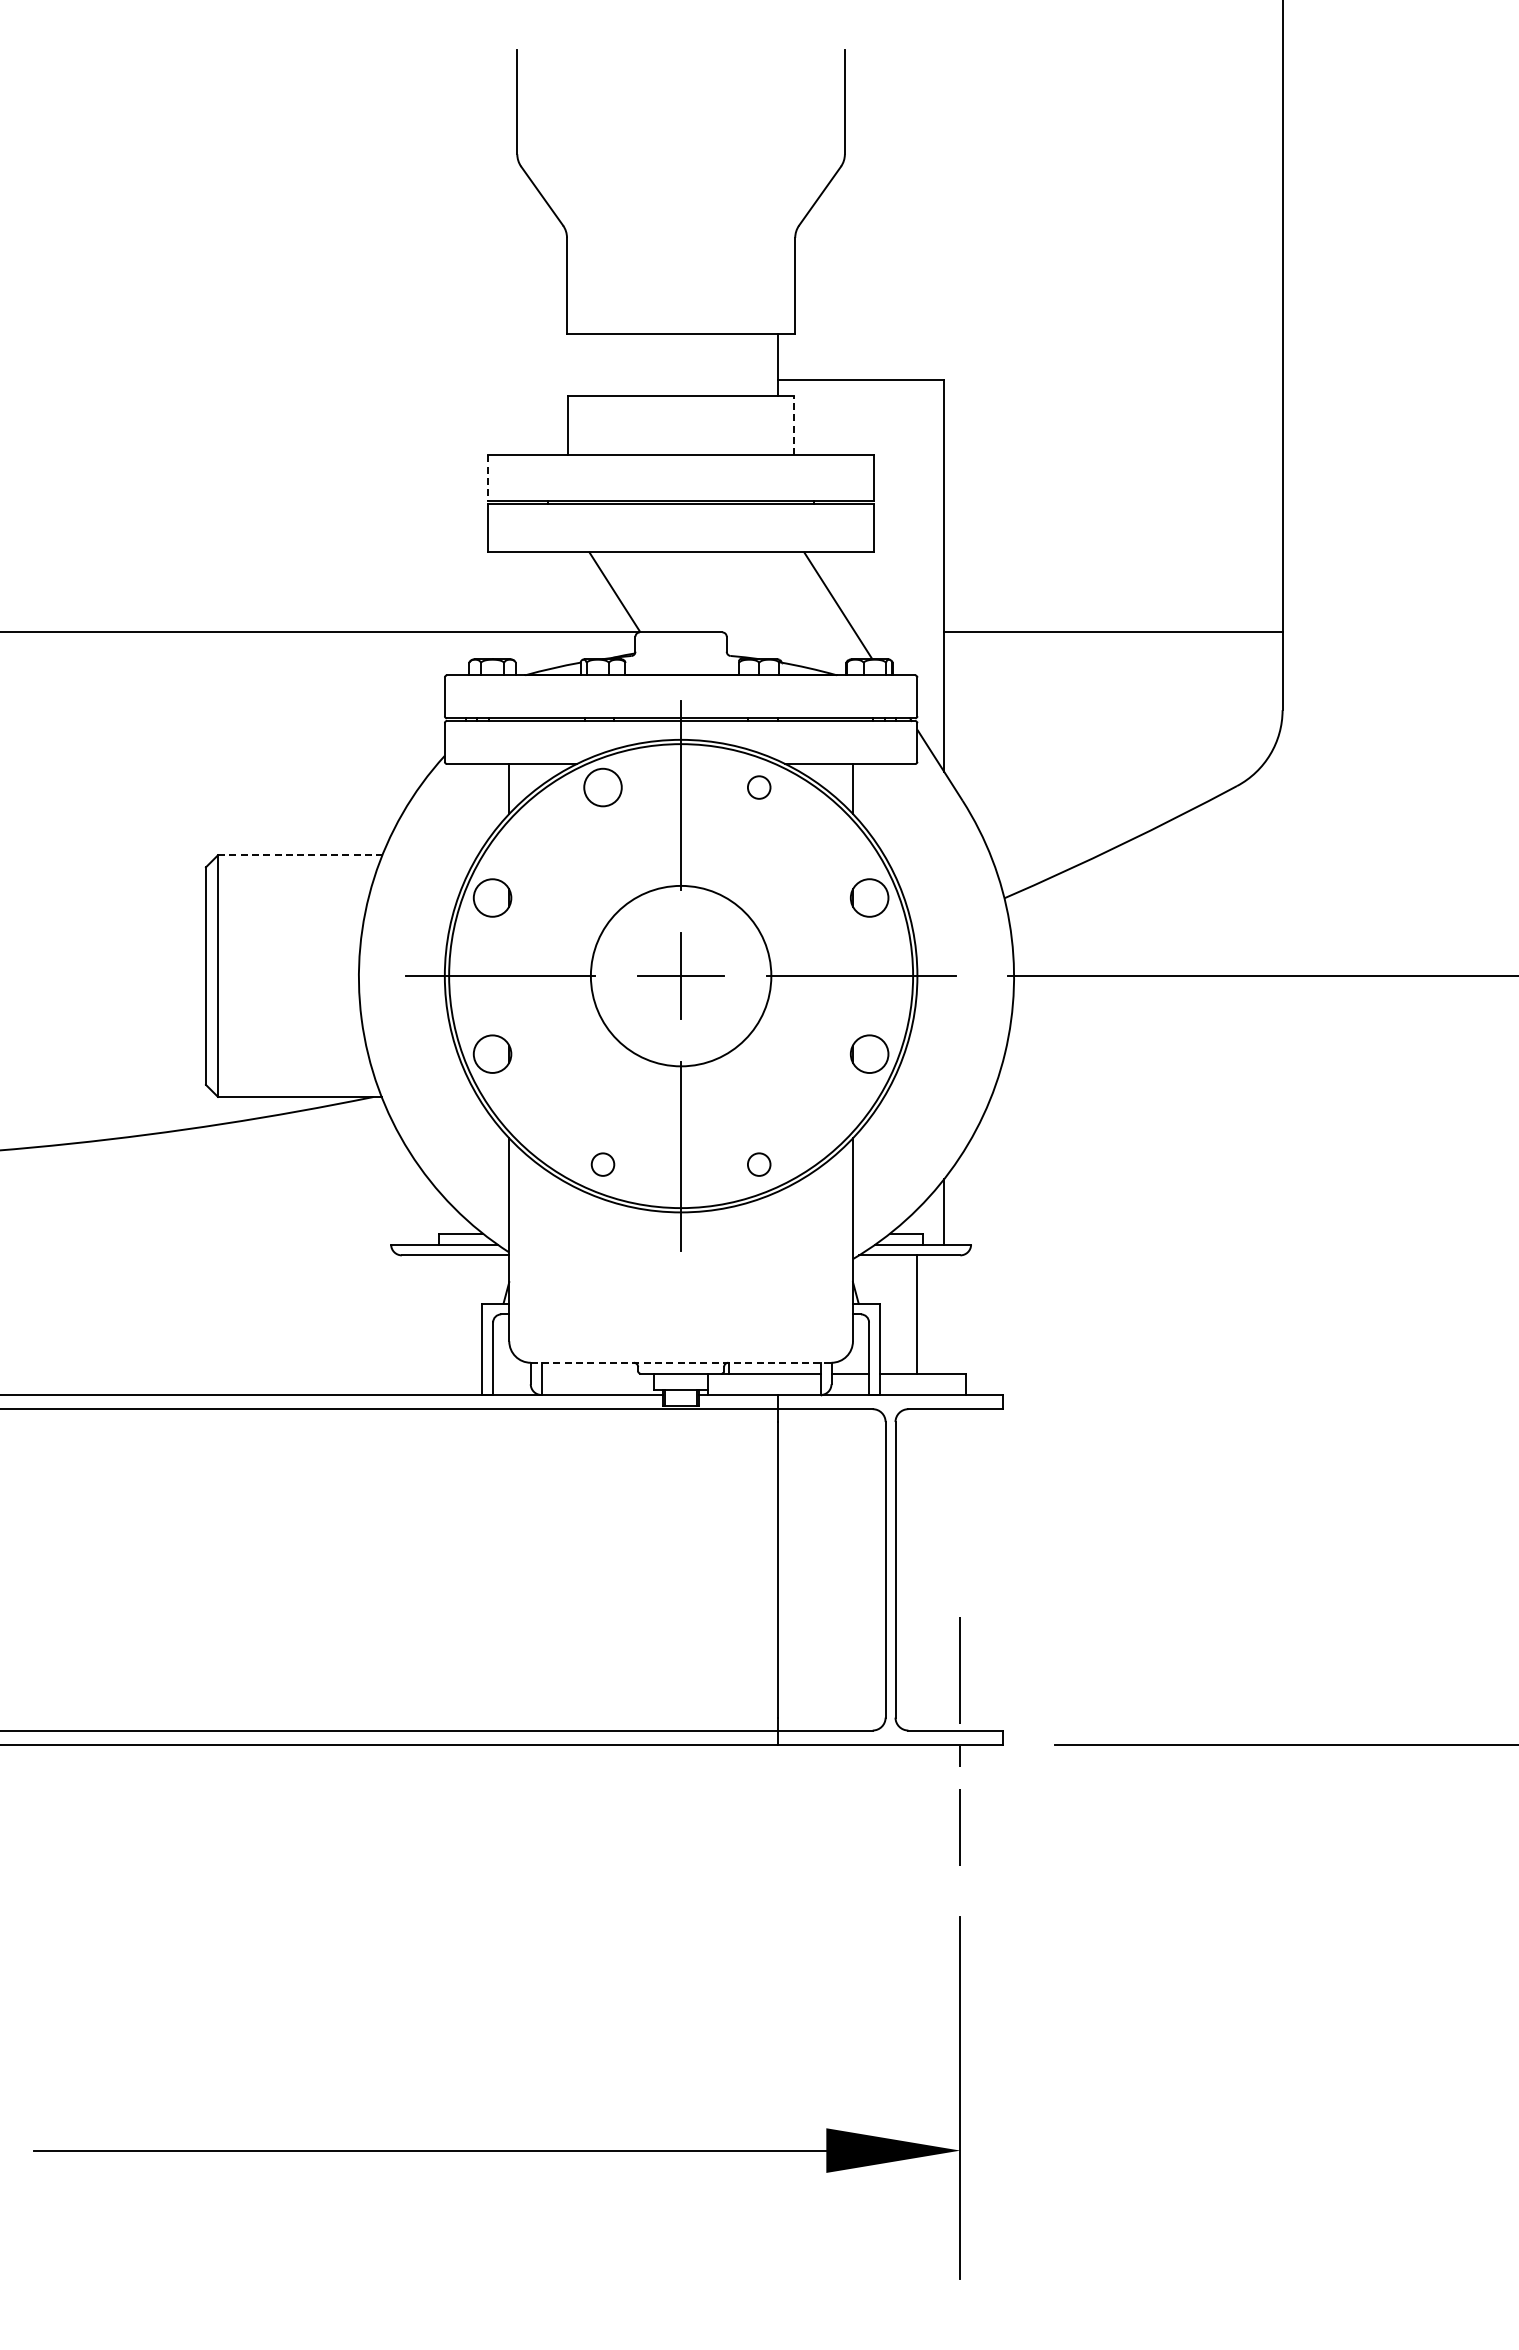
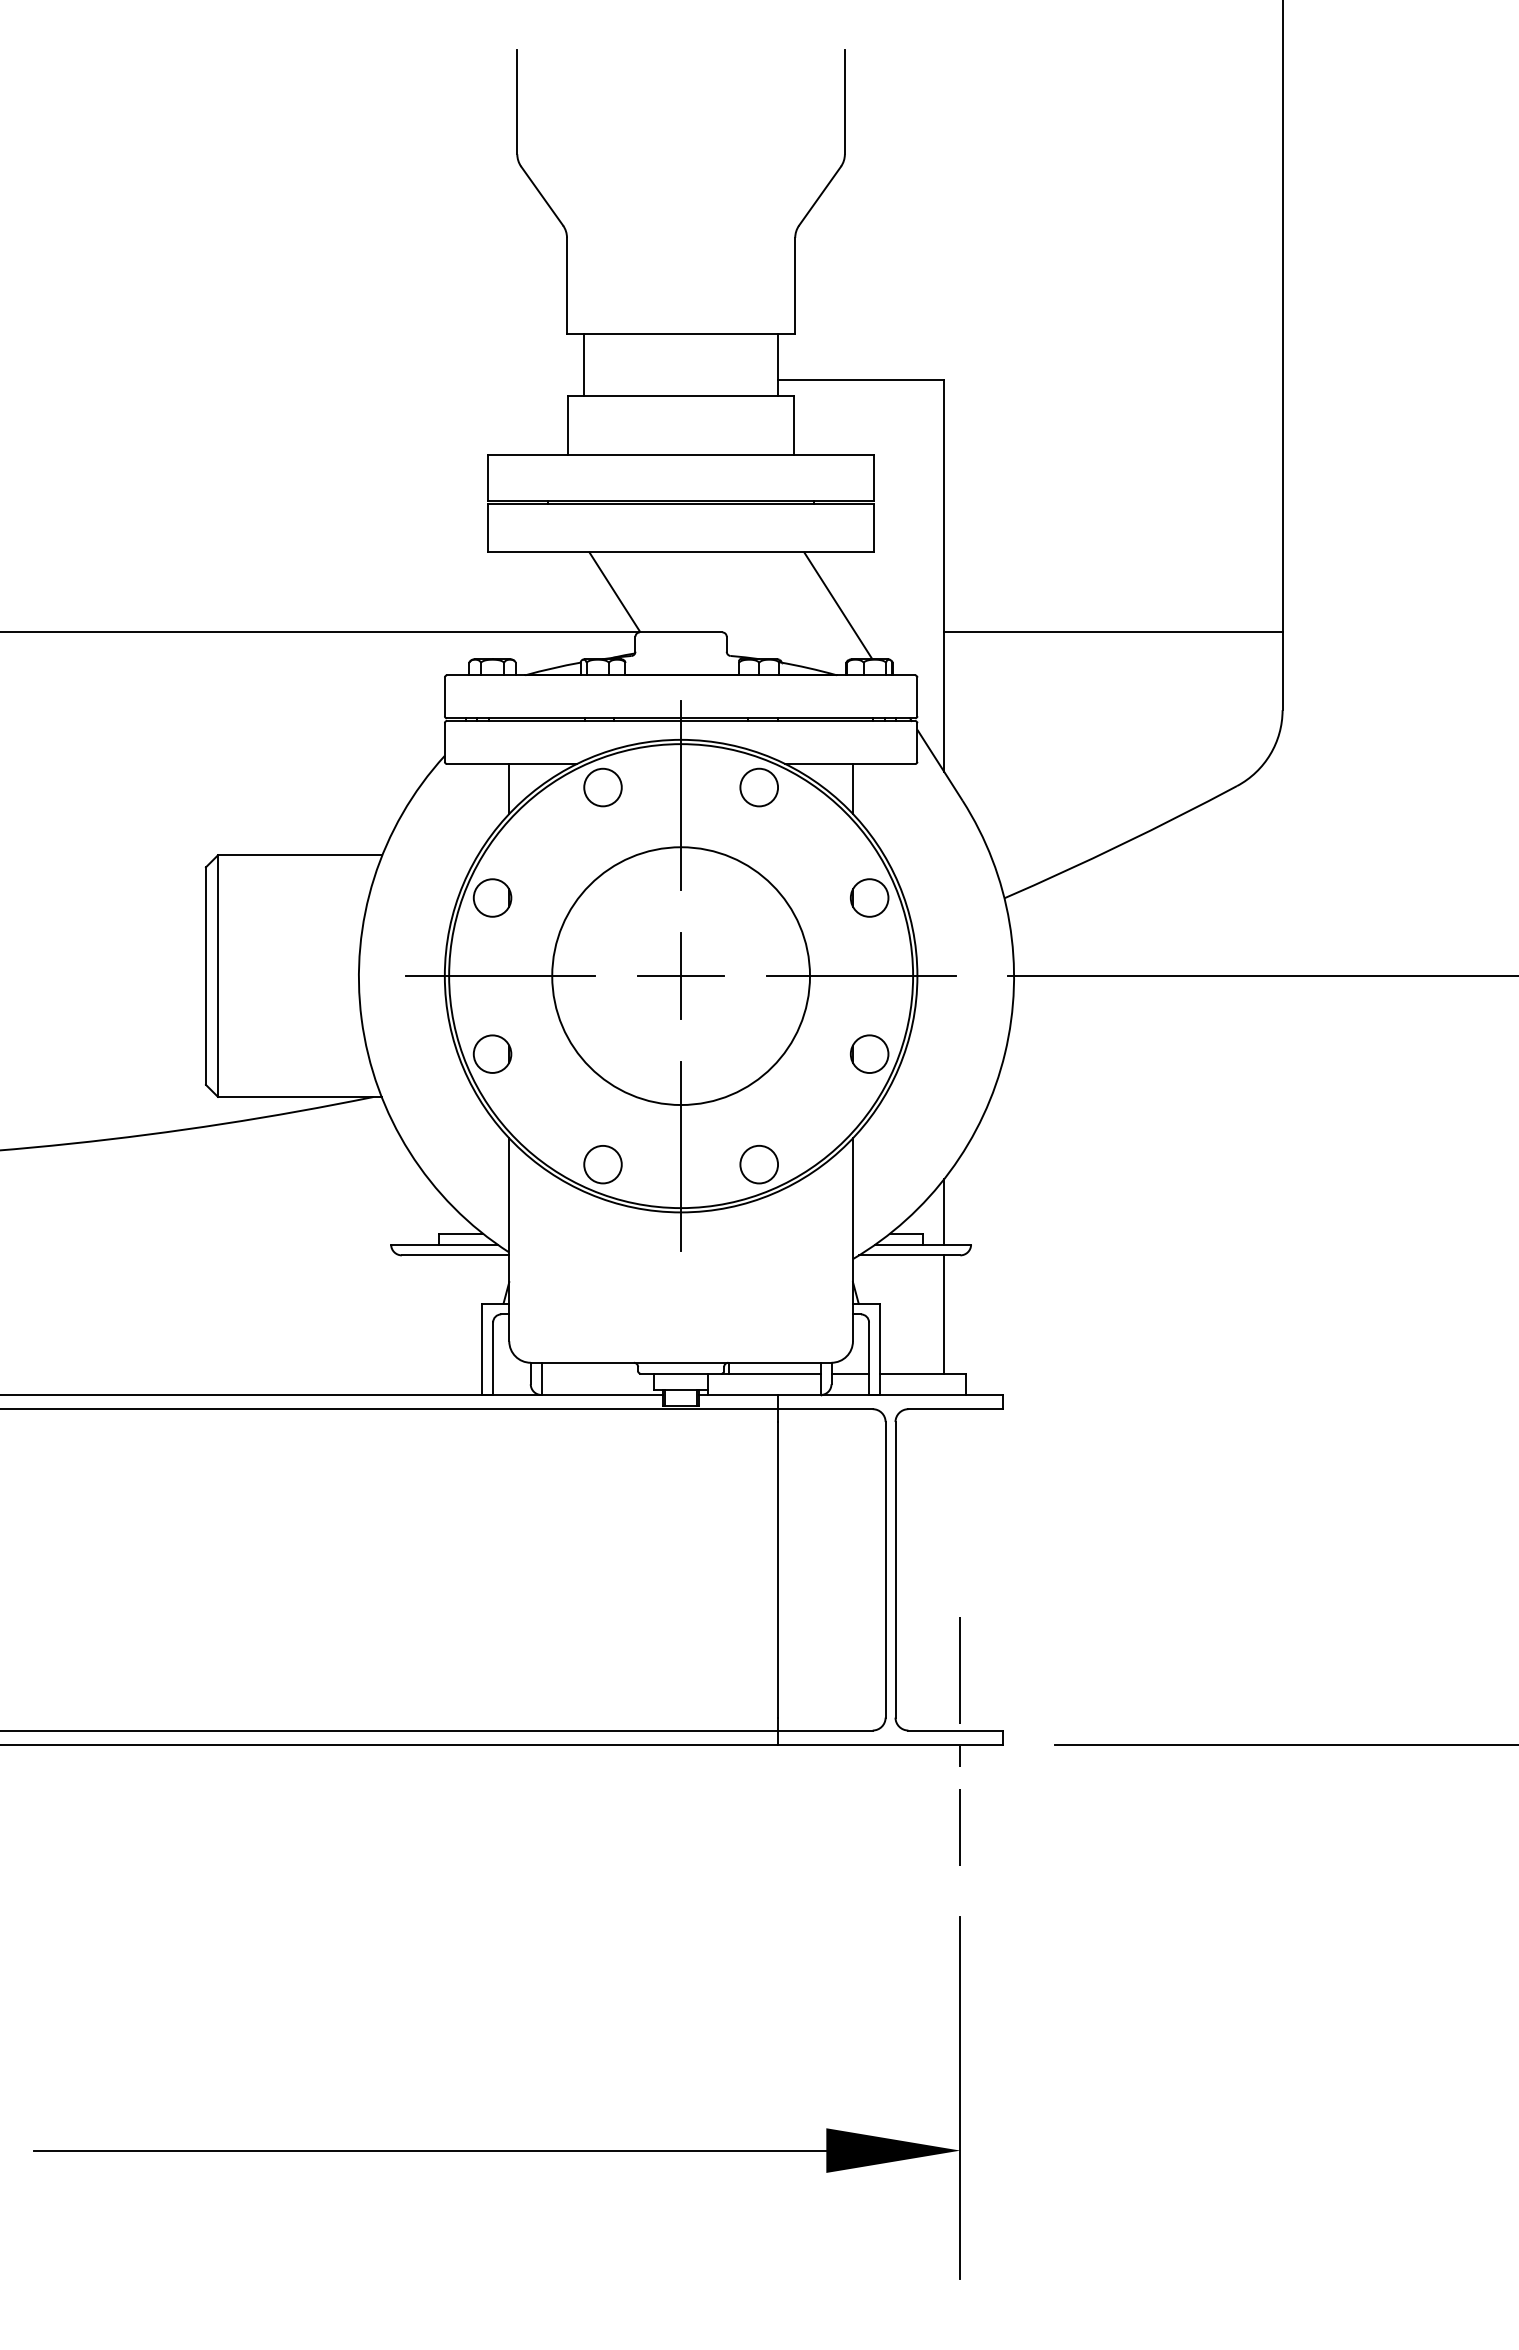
line at (584, 365): none -> present
line at (793, 425): dashed -> solid
line at (487, 478): dashed -> solid
circle at (758, 787) diameter: 23 px -> 38 px
line at (300, 855): dashed -> solid
circle at (680, 975) diameter: 180 px -> 258 px
circle at (602, 1164) diameter: 23 px -> 38 px
circle at (758, 1164) diameter: 23 px -> 38 px
line at (917, 1314) position: (917, 1314) -> (944, 1314)
line at (681, 1362): dashed -> solid
